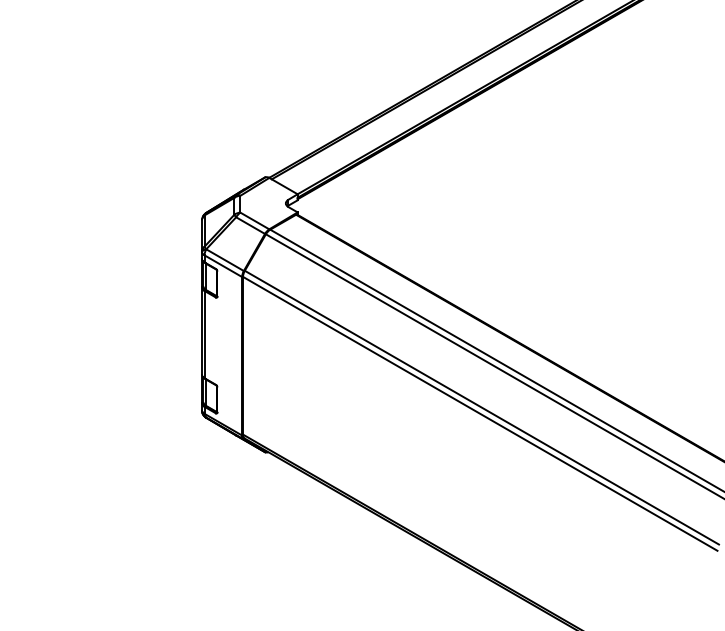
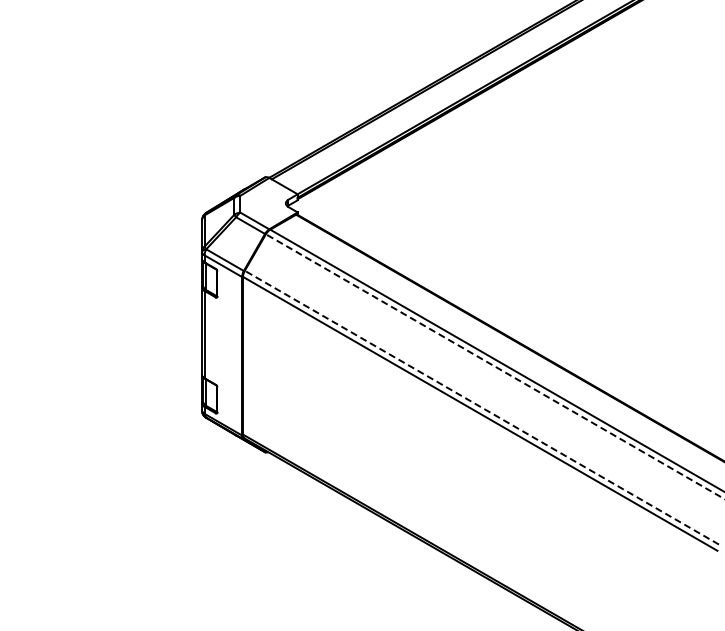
line at (495, 366): solid -> dashed
line at (481, 407): solid -> dashed
